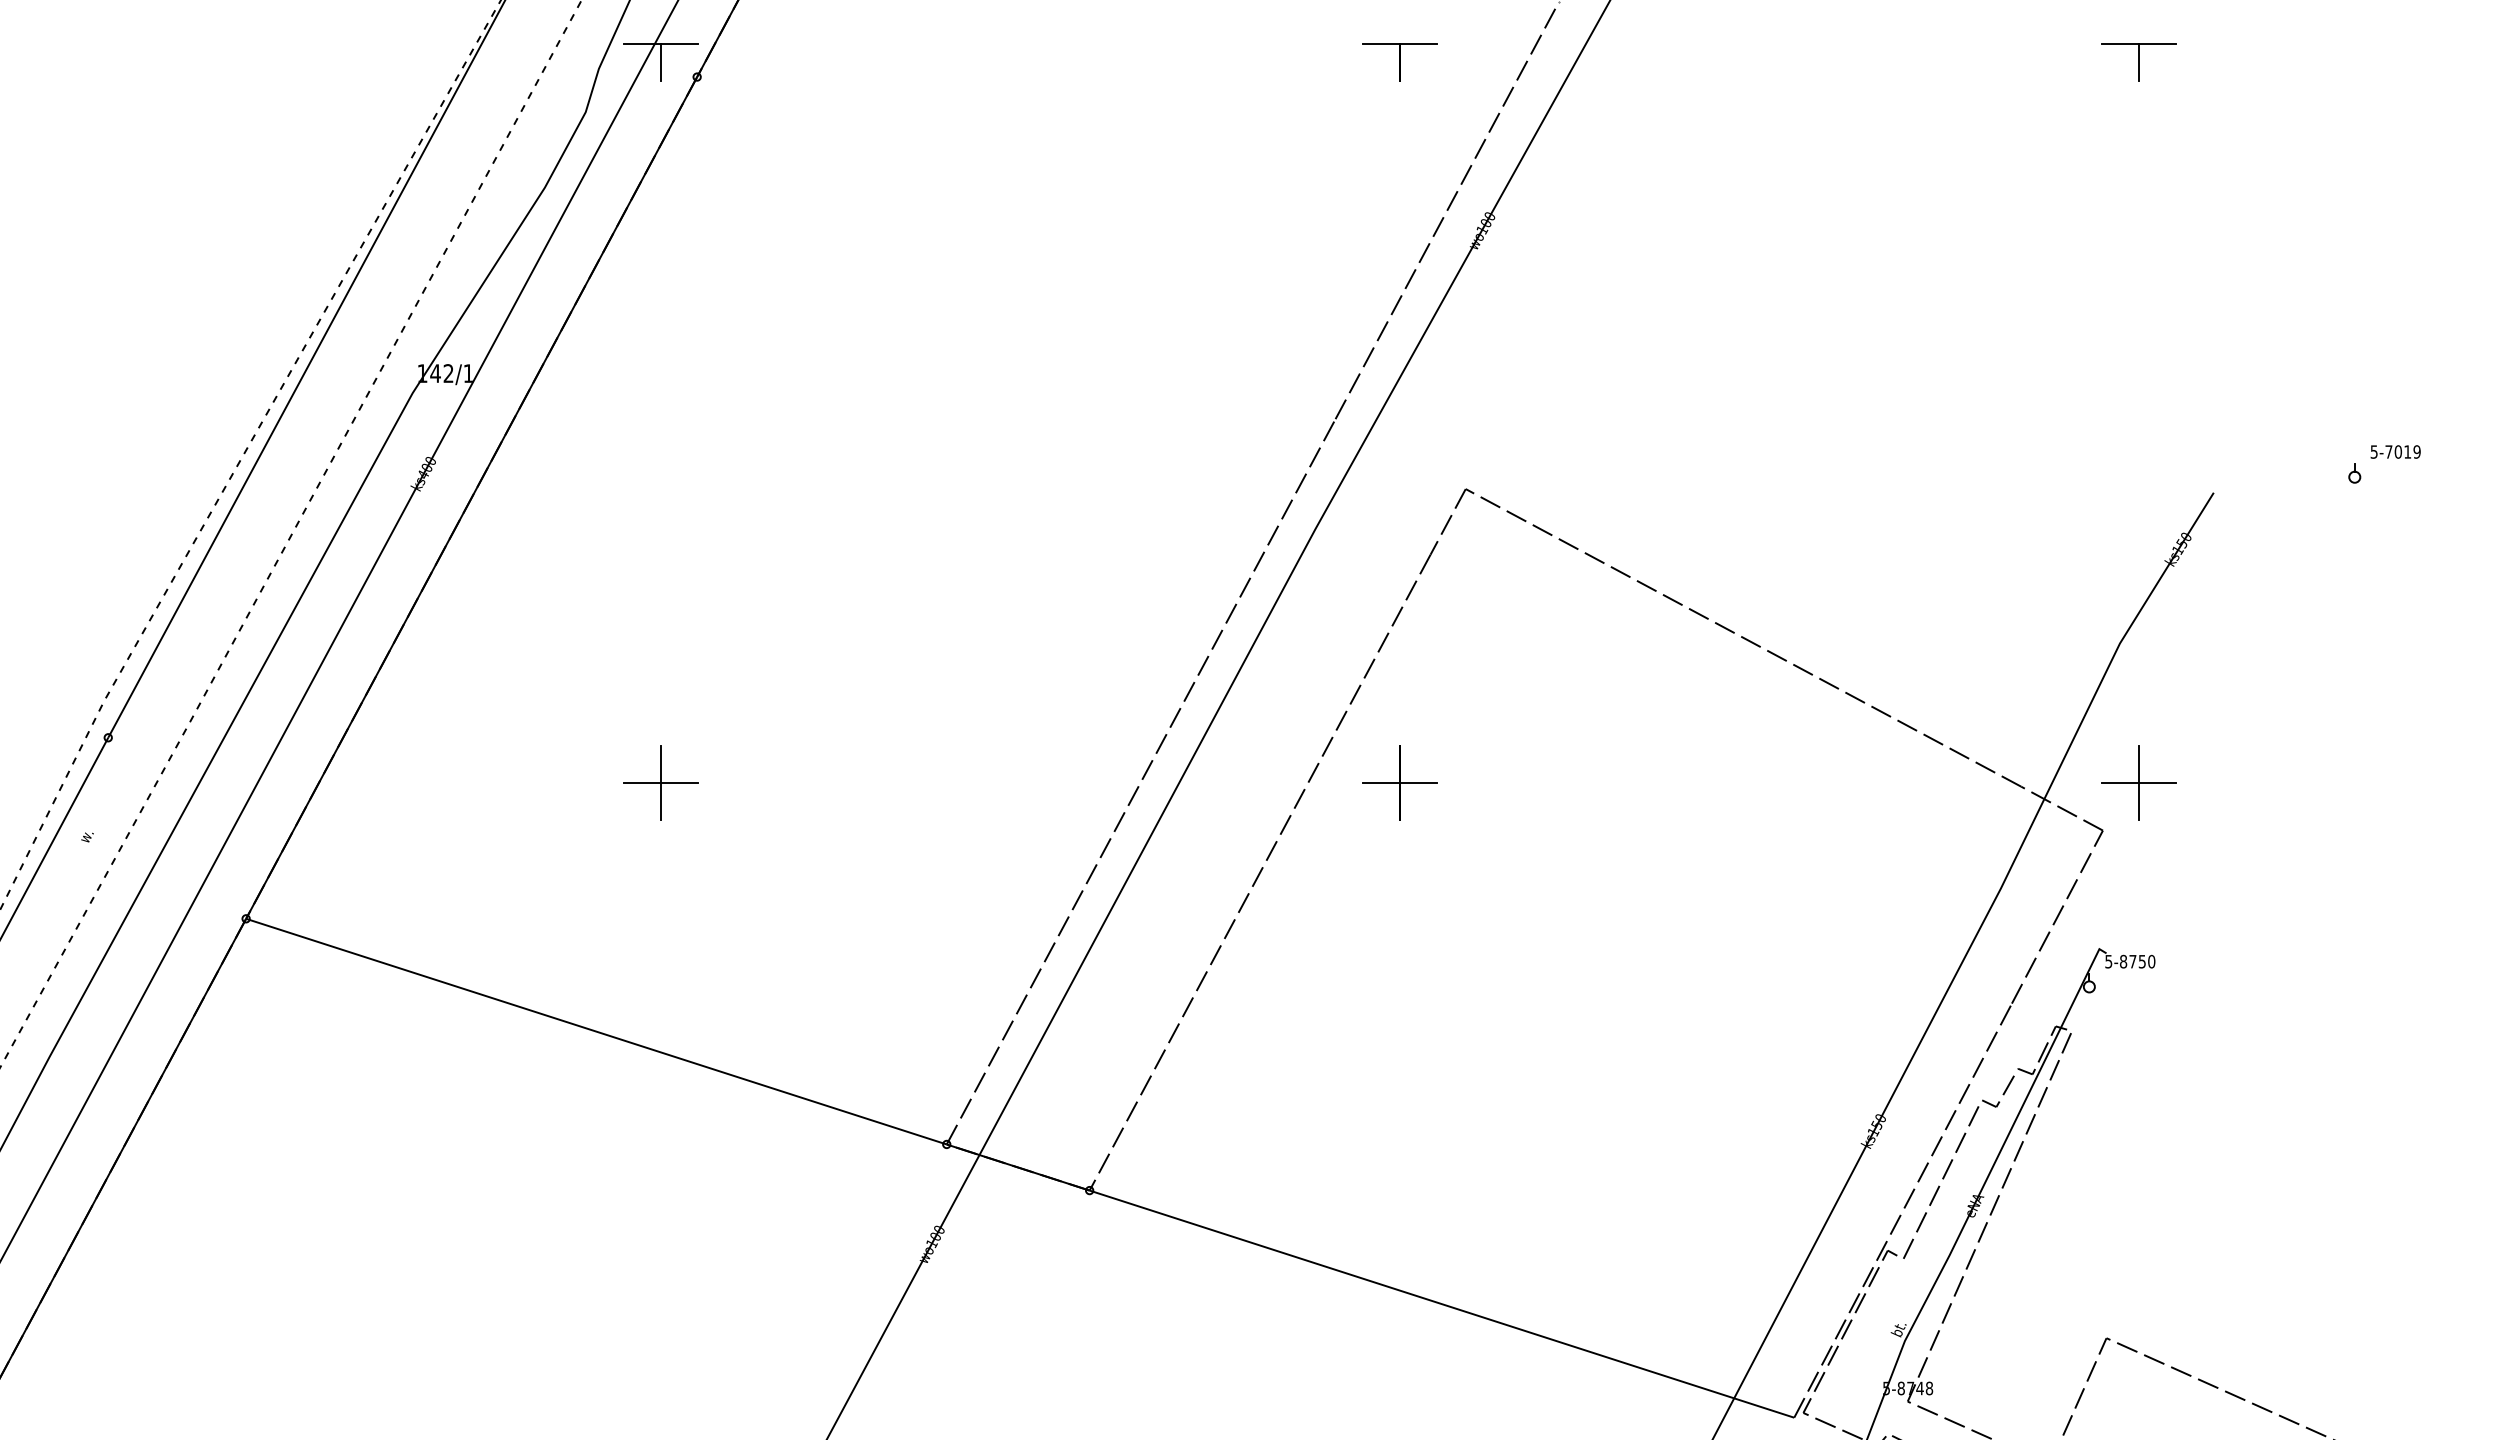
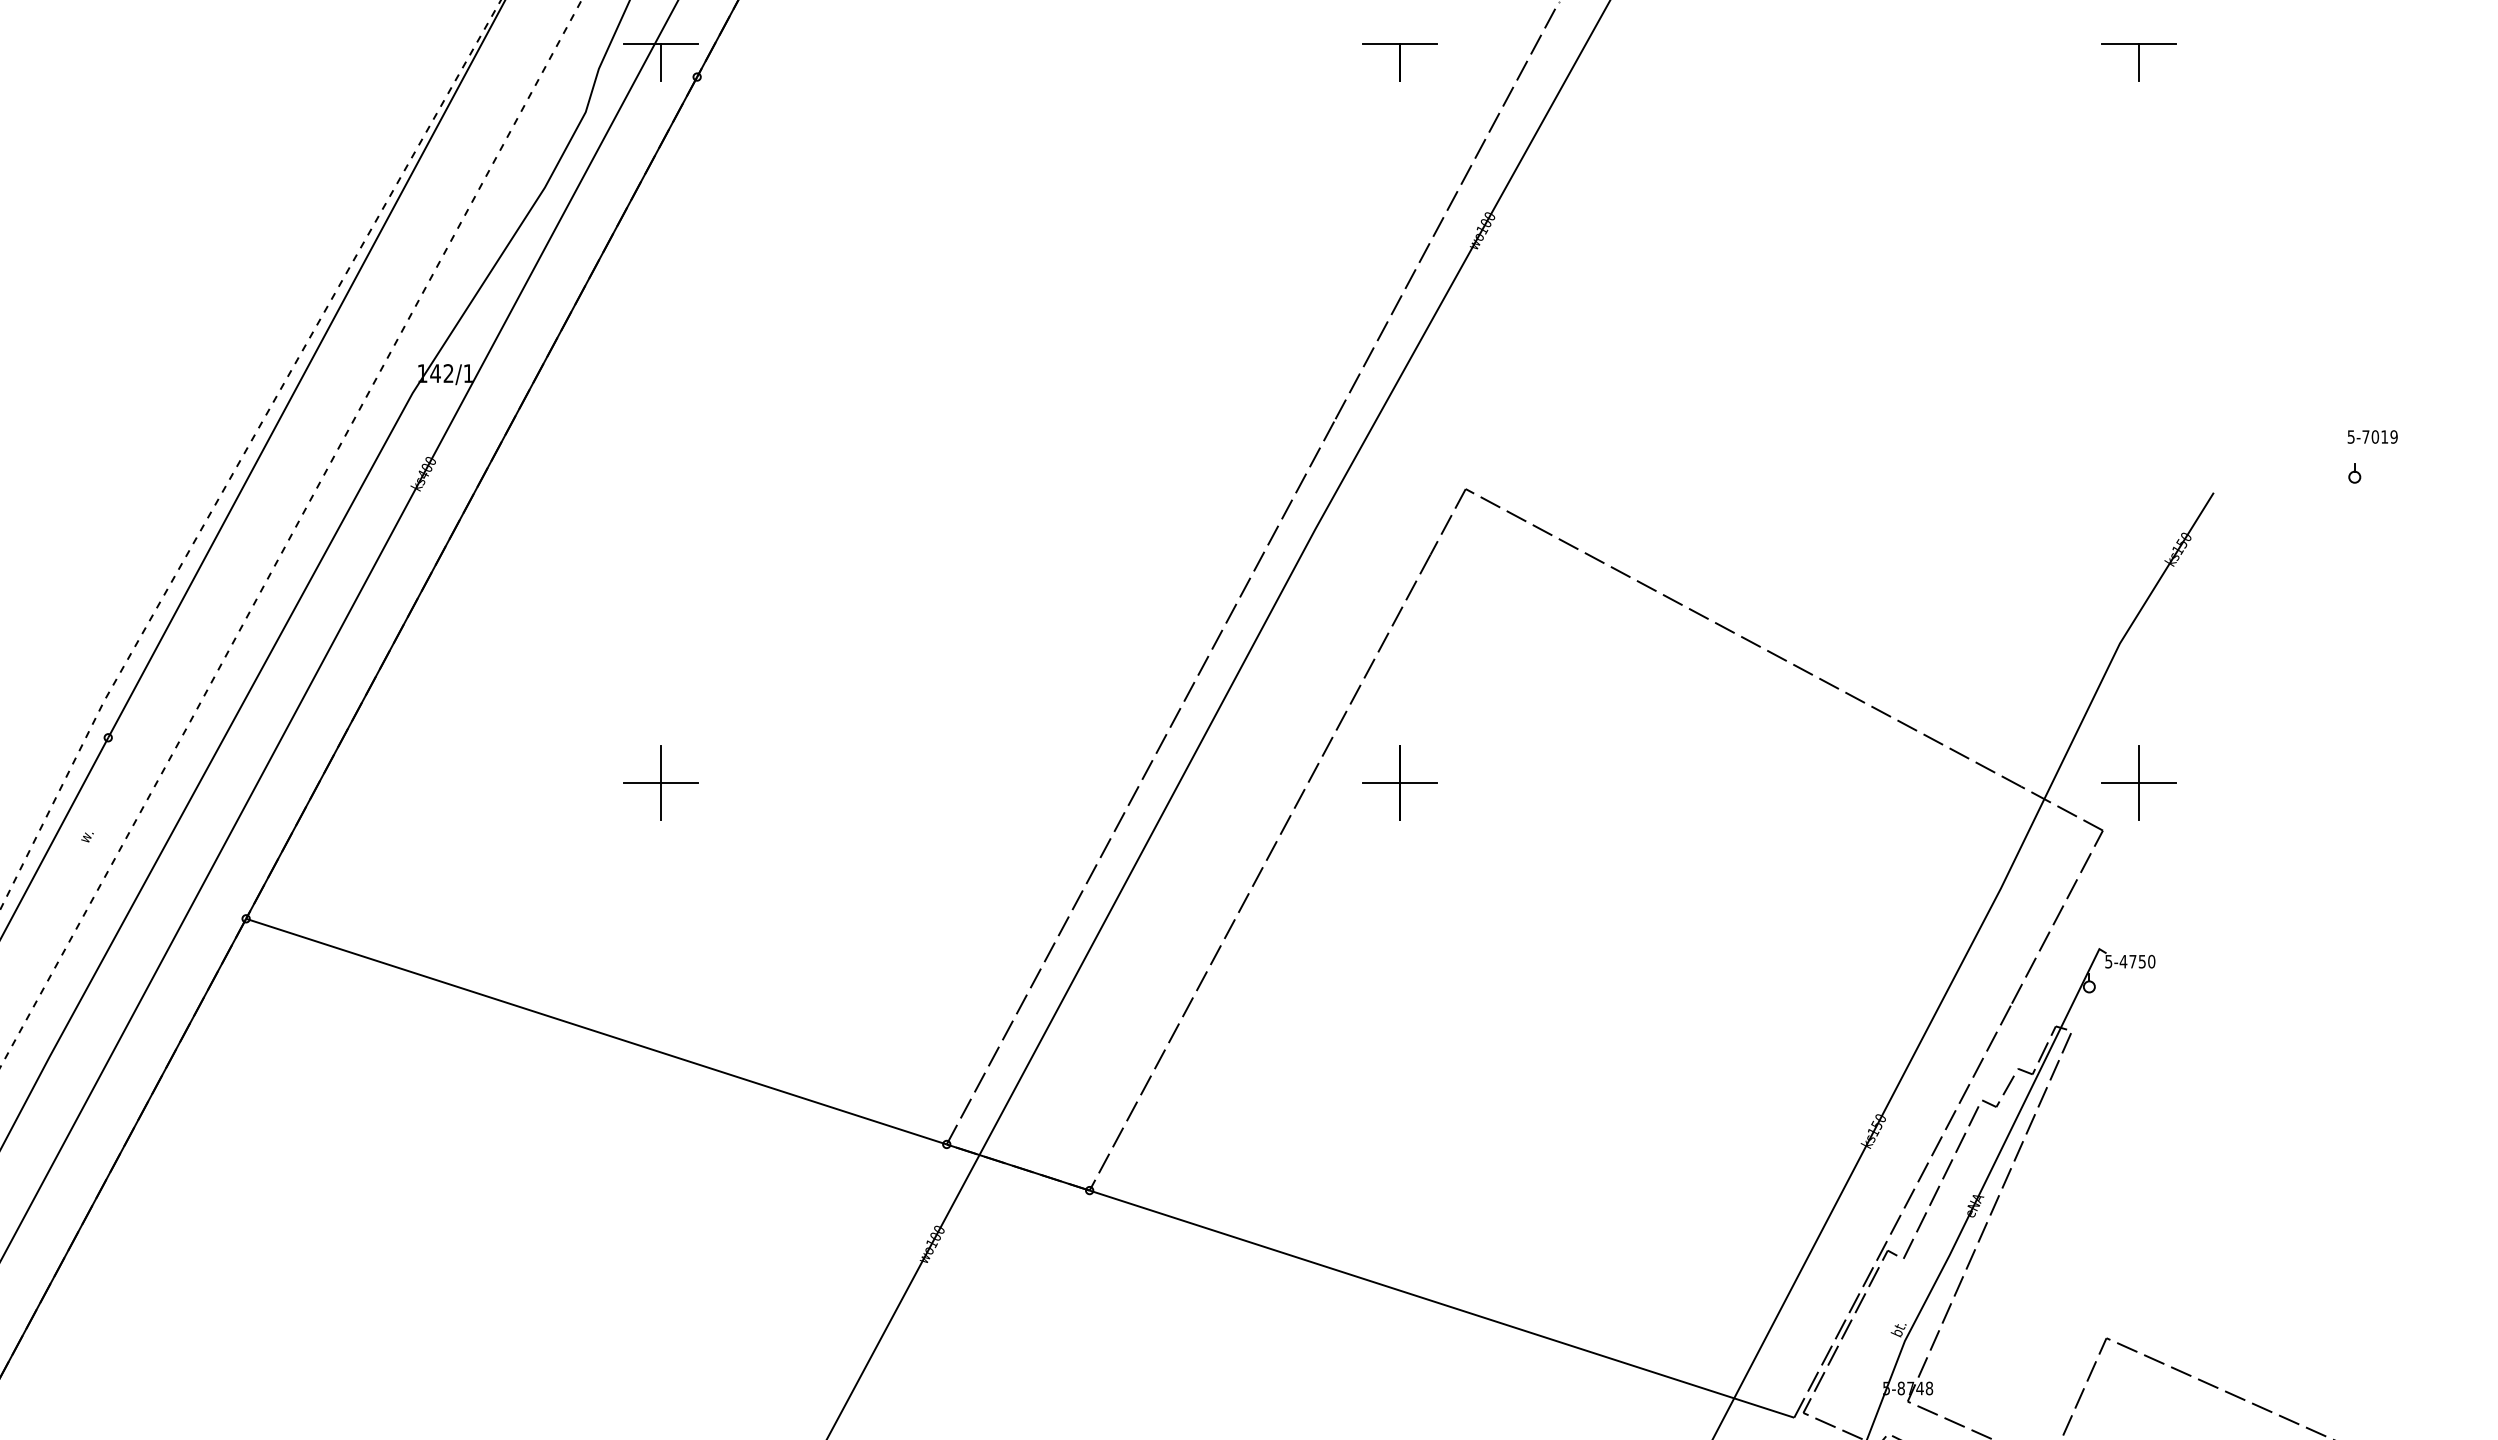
text at (2395, 451) position: (2395, 451) -> (2372, 436)
text at (2123, 961): 5-8750 -> 5-4750
